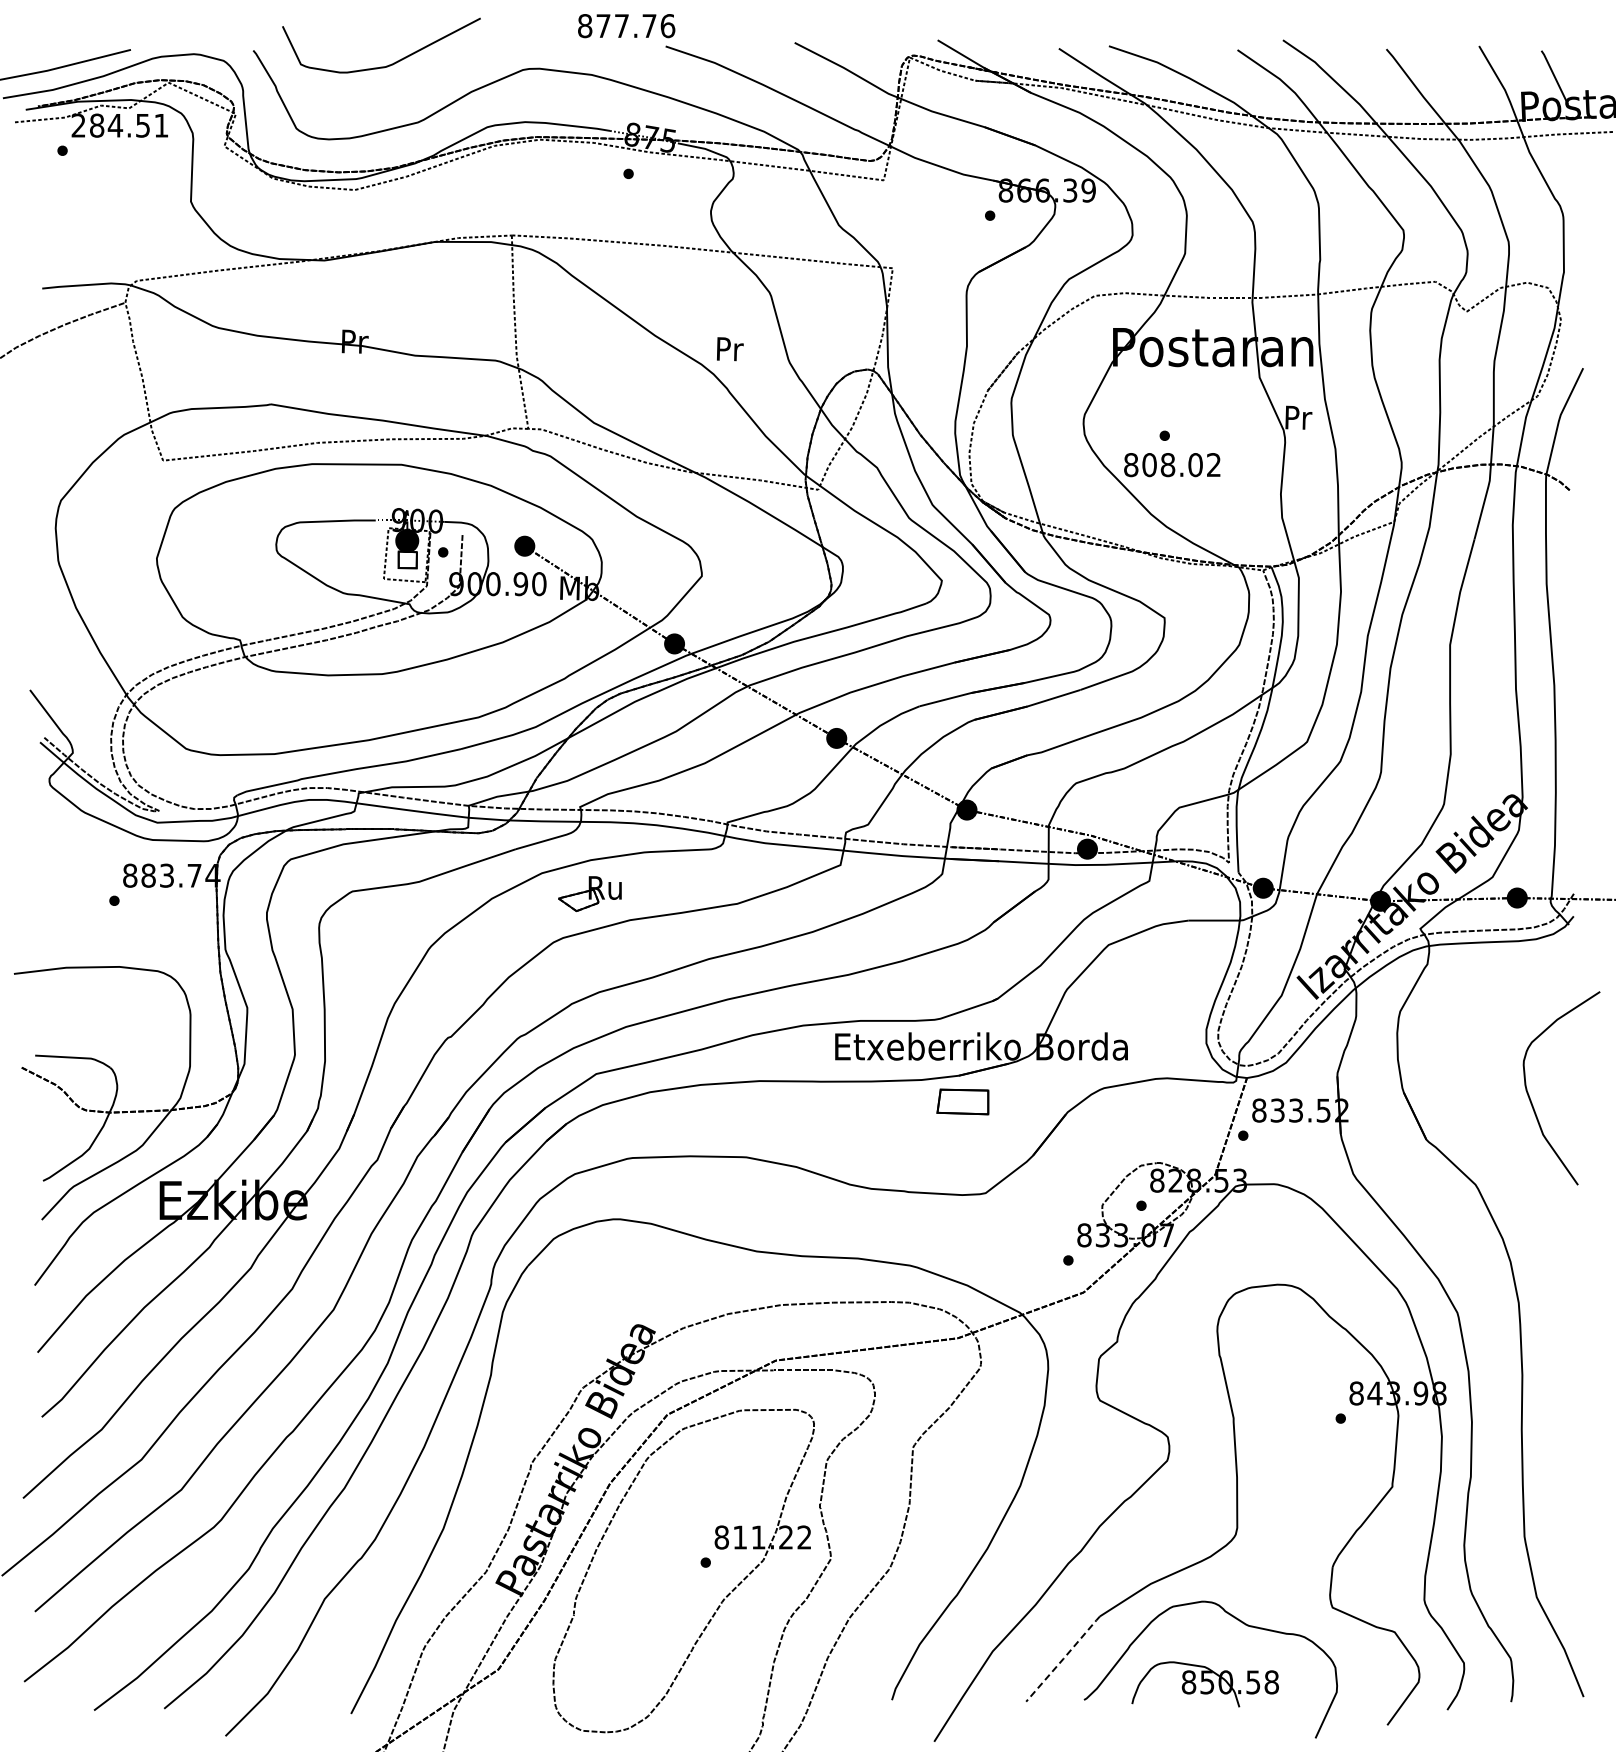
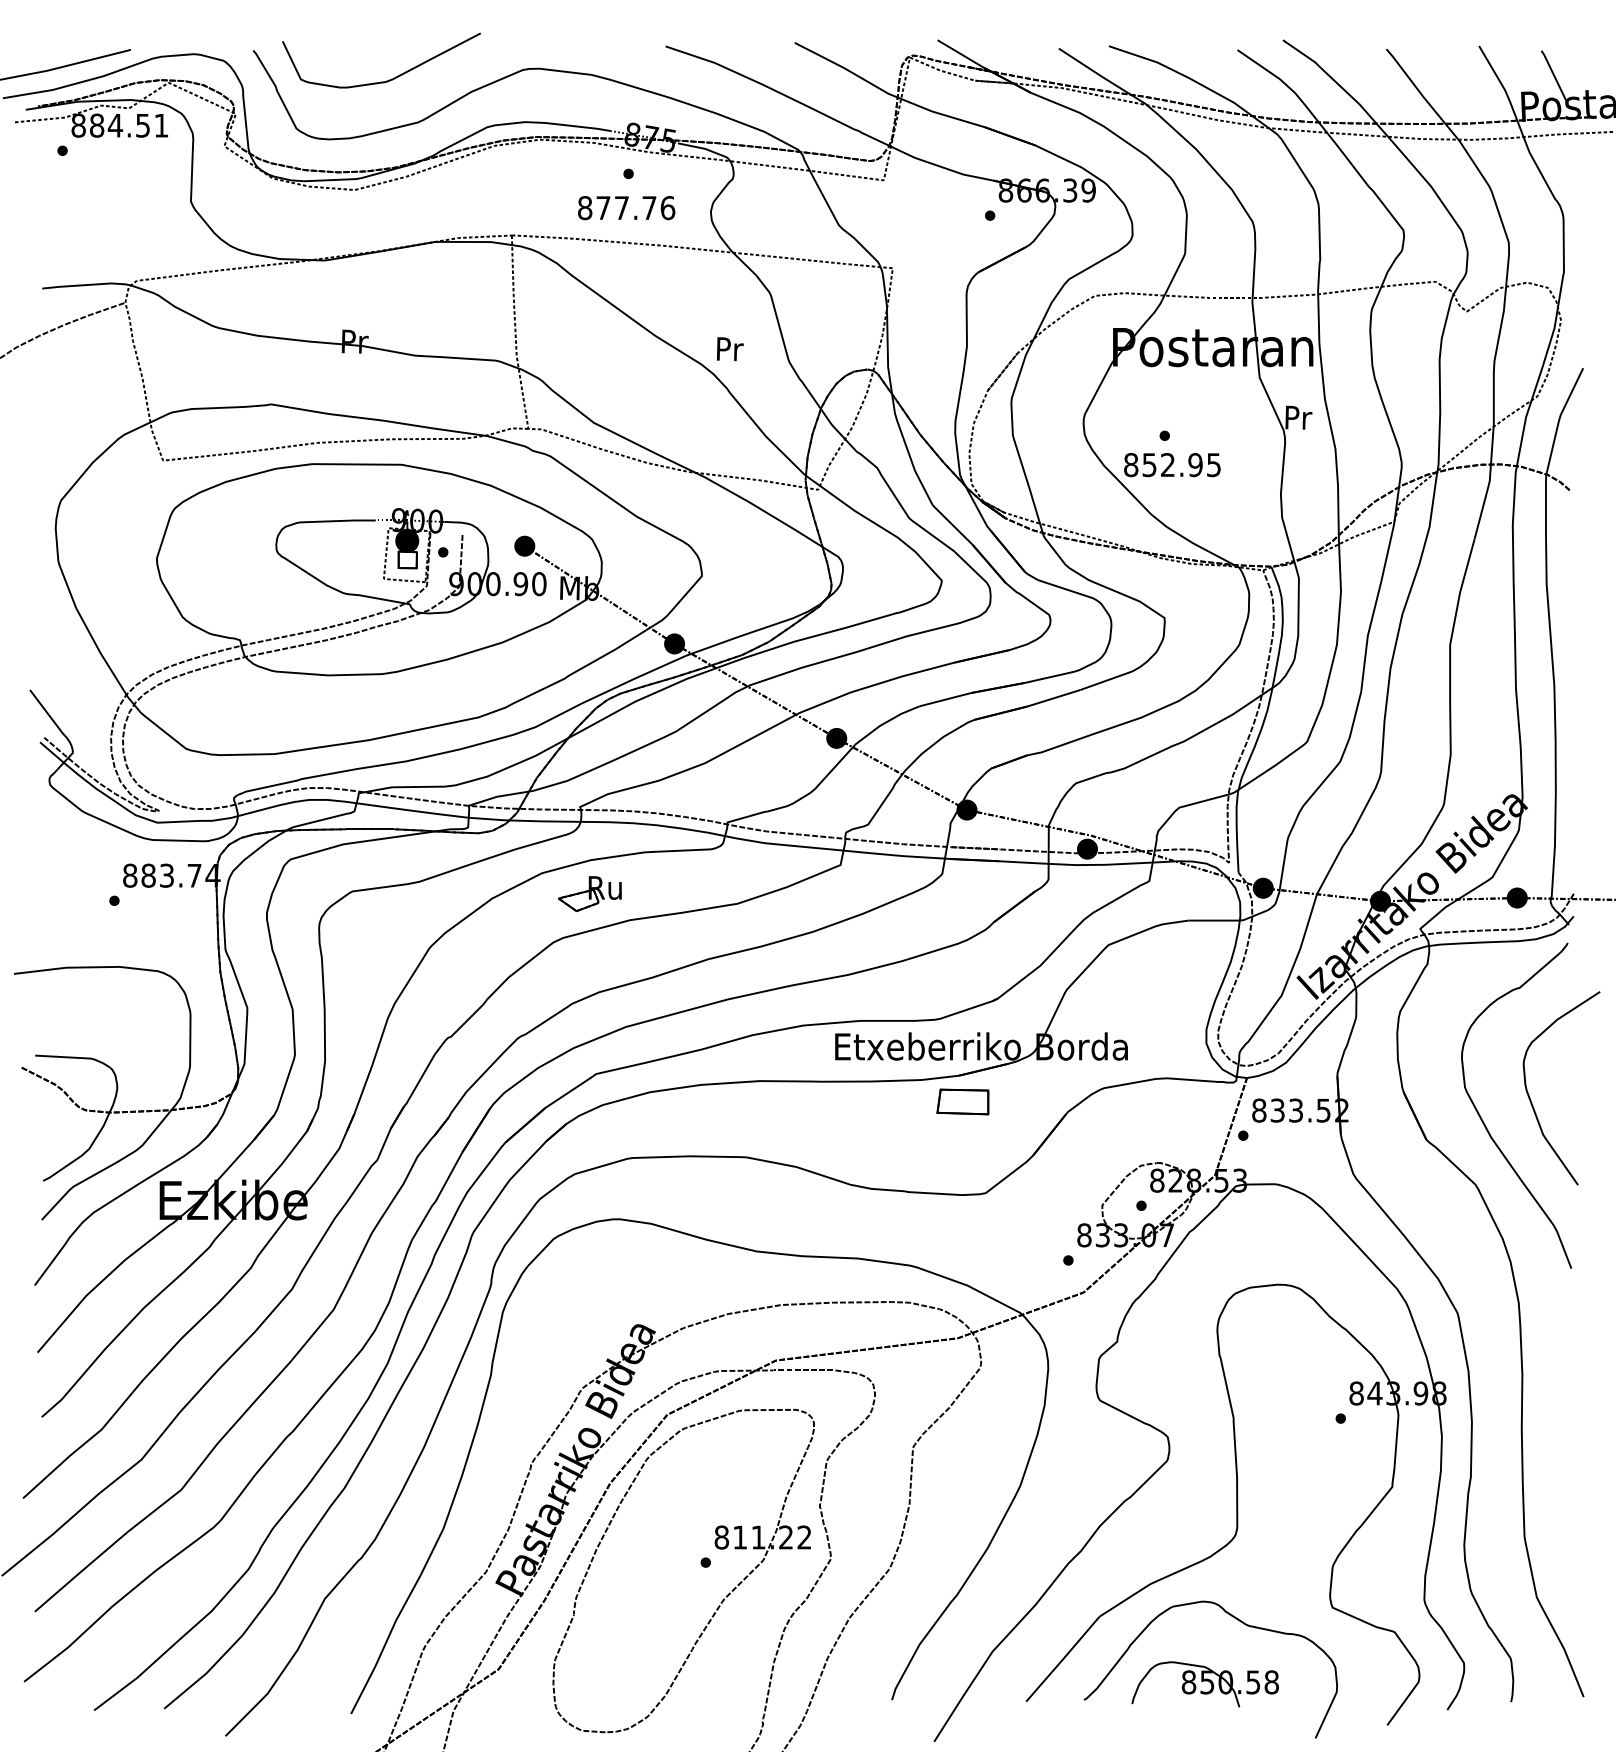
text at (626, 26) position: (626, 26) -> (626, 208)
curve at (391, 63) position: (391, 63) -> (391, 78)
text at (78, 125): 284.51 -> 884.51
text at (1181, 465): 808.02 -> 852.95
curve at (1484, 1122): none -> present
line at (1063, 1658): dashed -> solid
